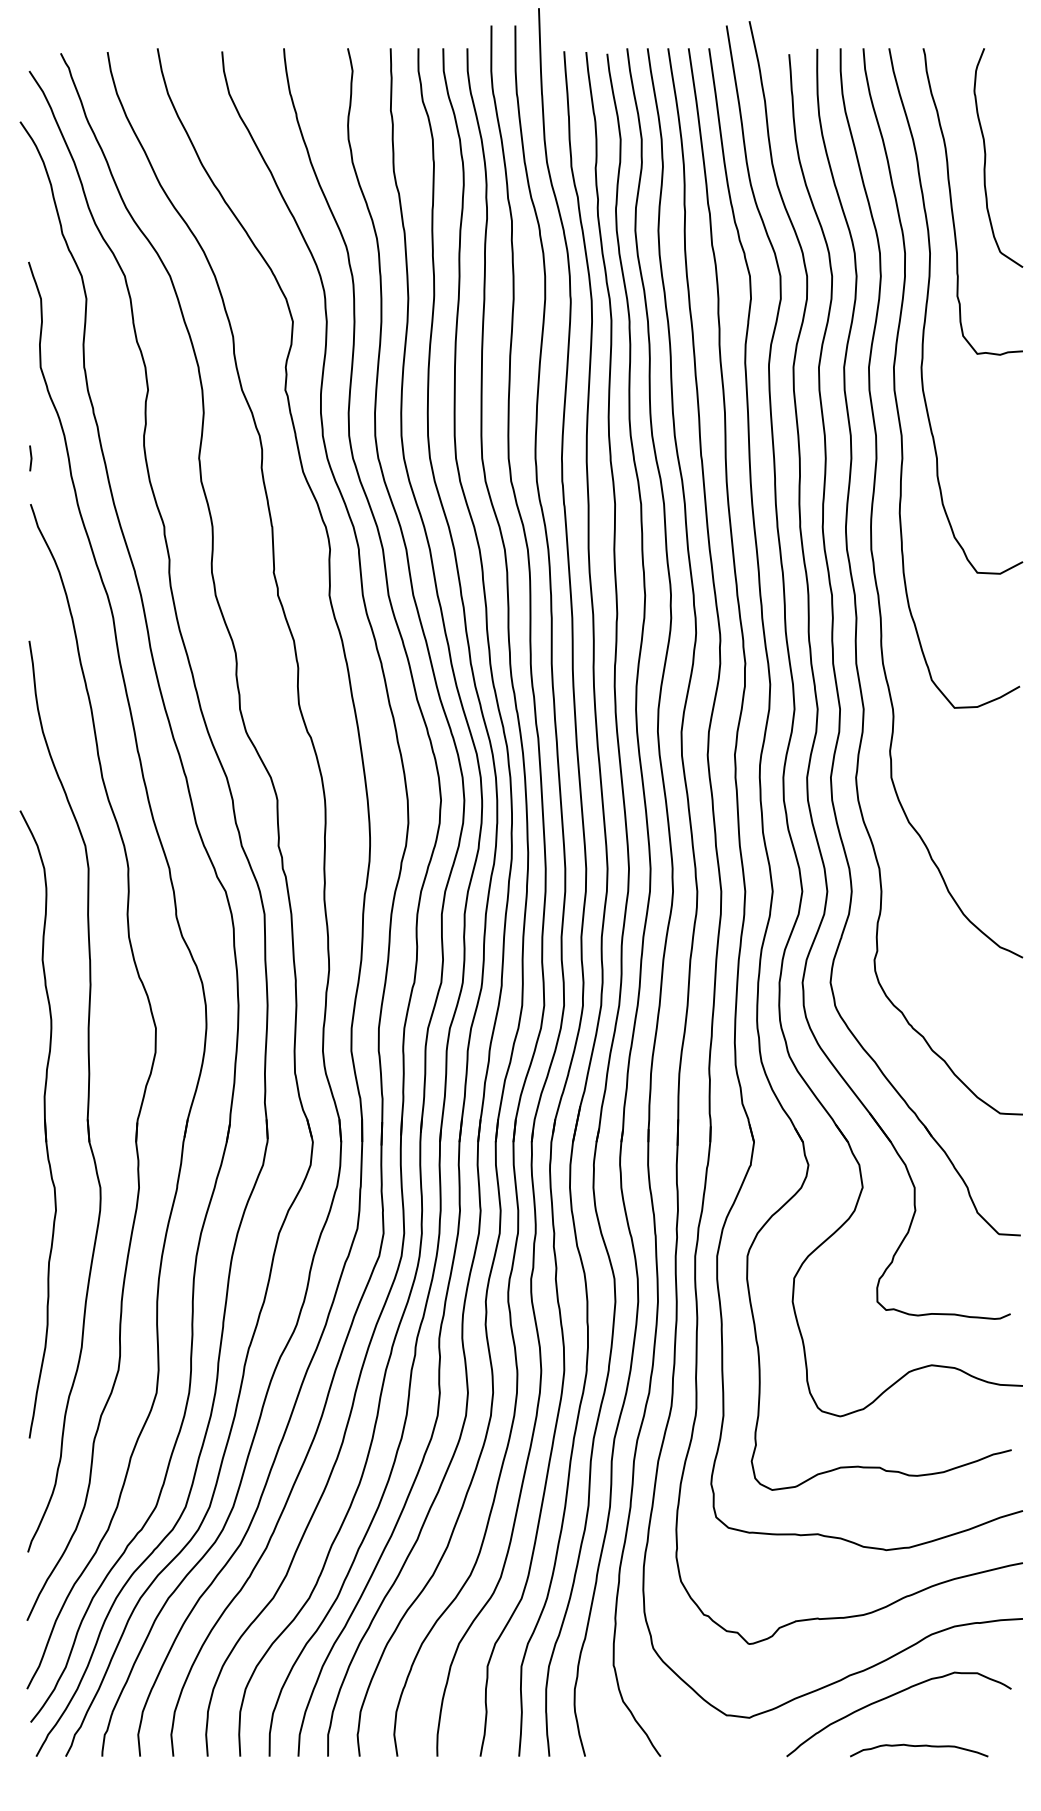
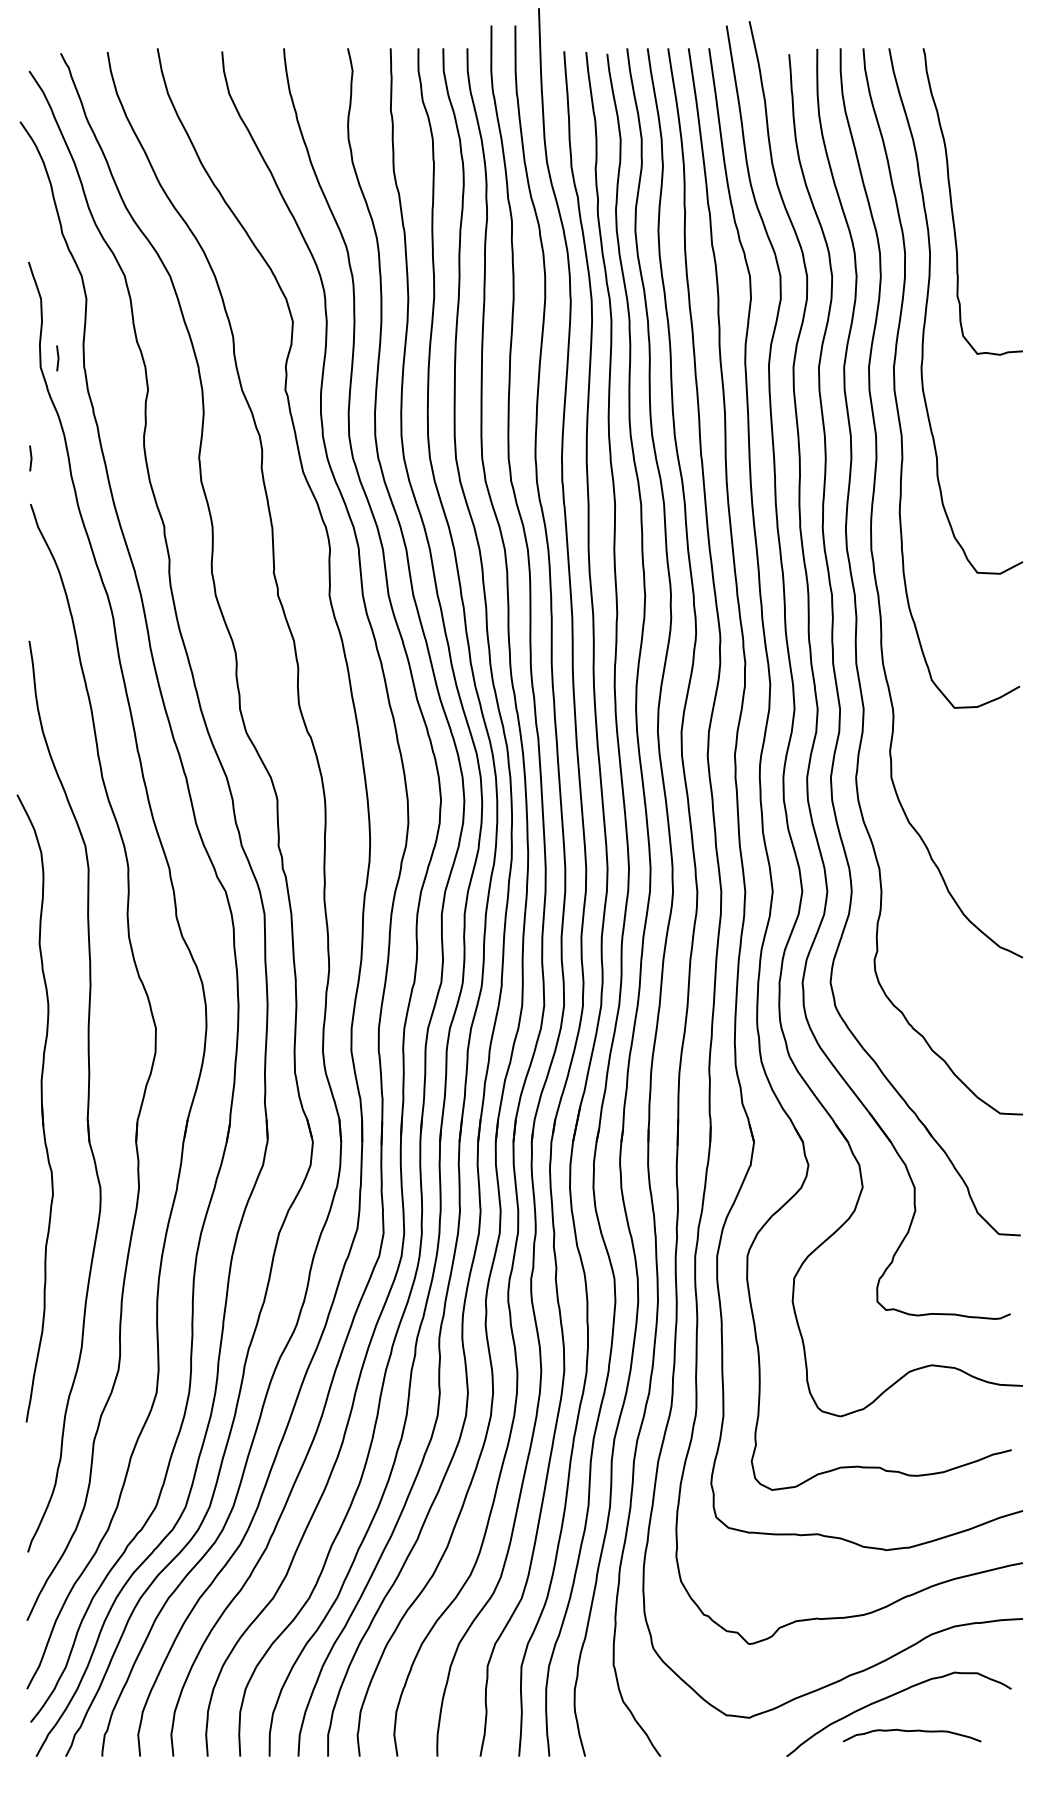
curve at (986, 157): present -> none
line at (57, 358): none -> present
part at (44, 1124) position: (44, 1124) -> (41, 1108)
curve at (919, 1746) position: (919, 1746) -> (912, 1731)
